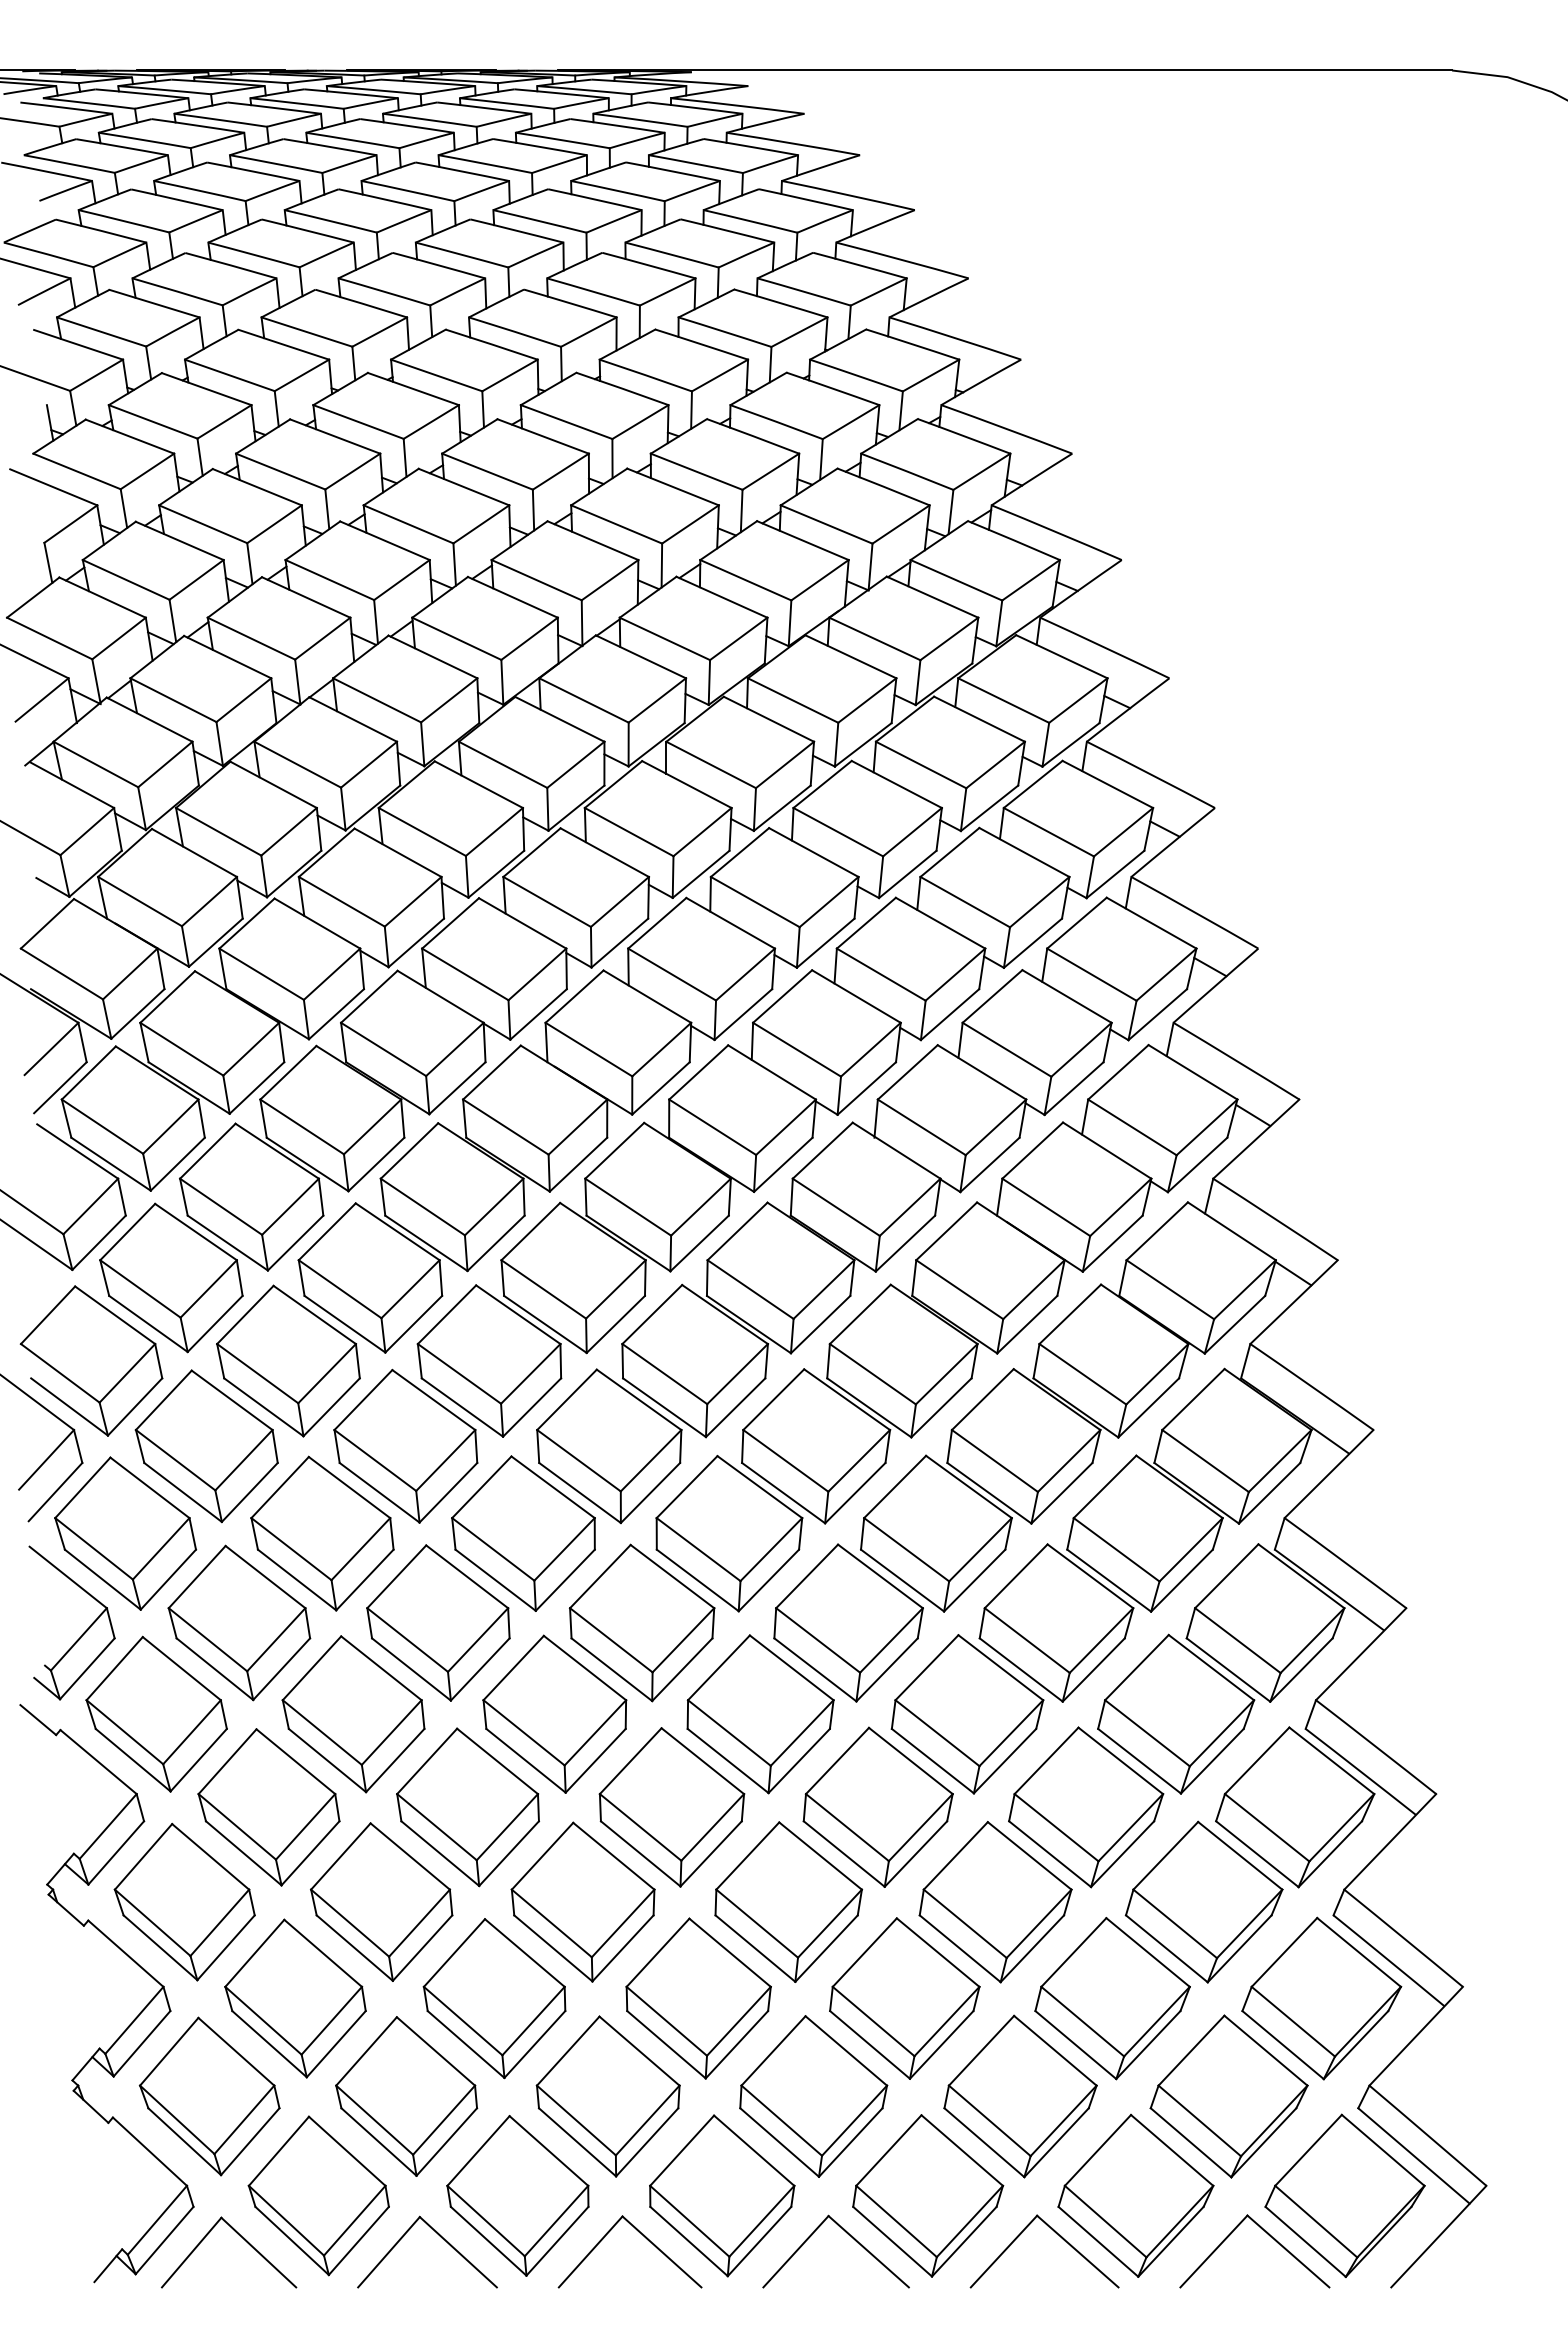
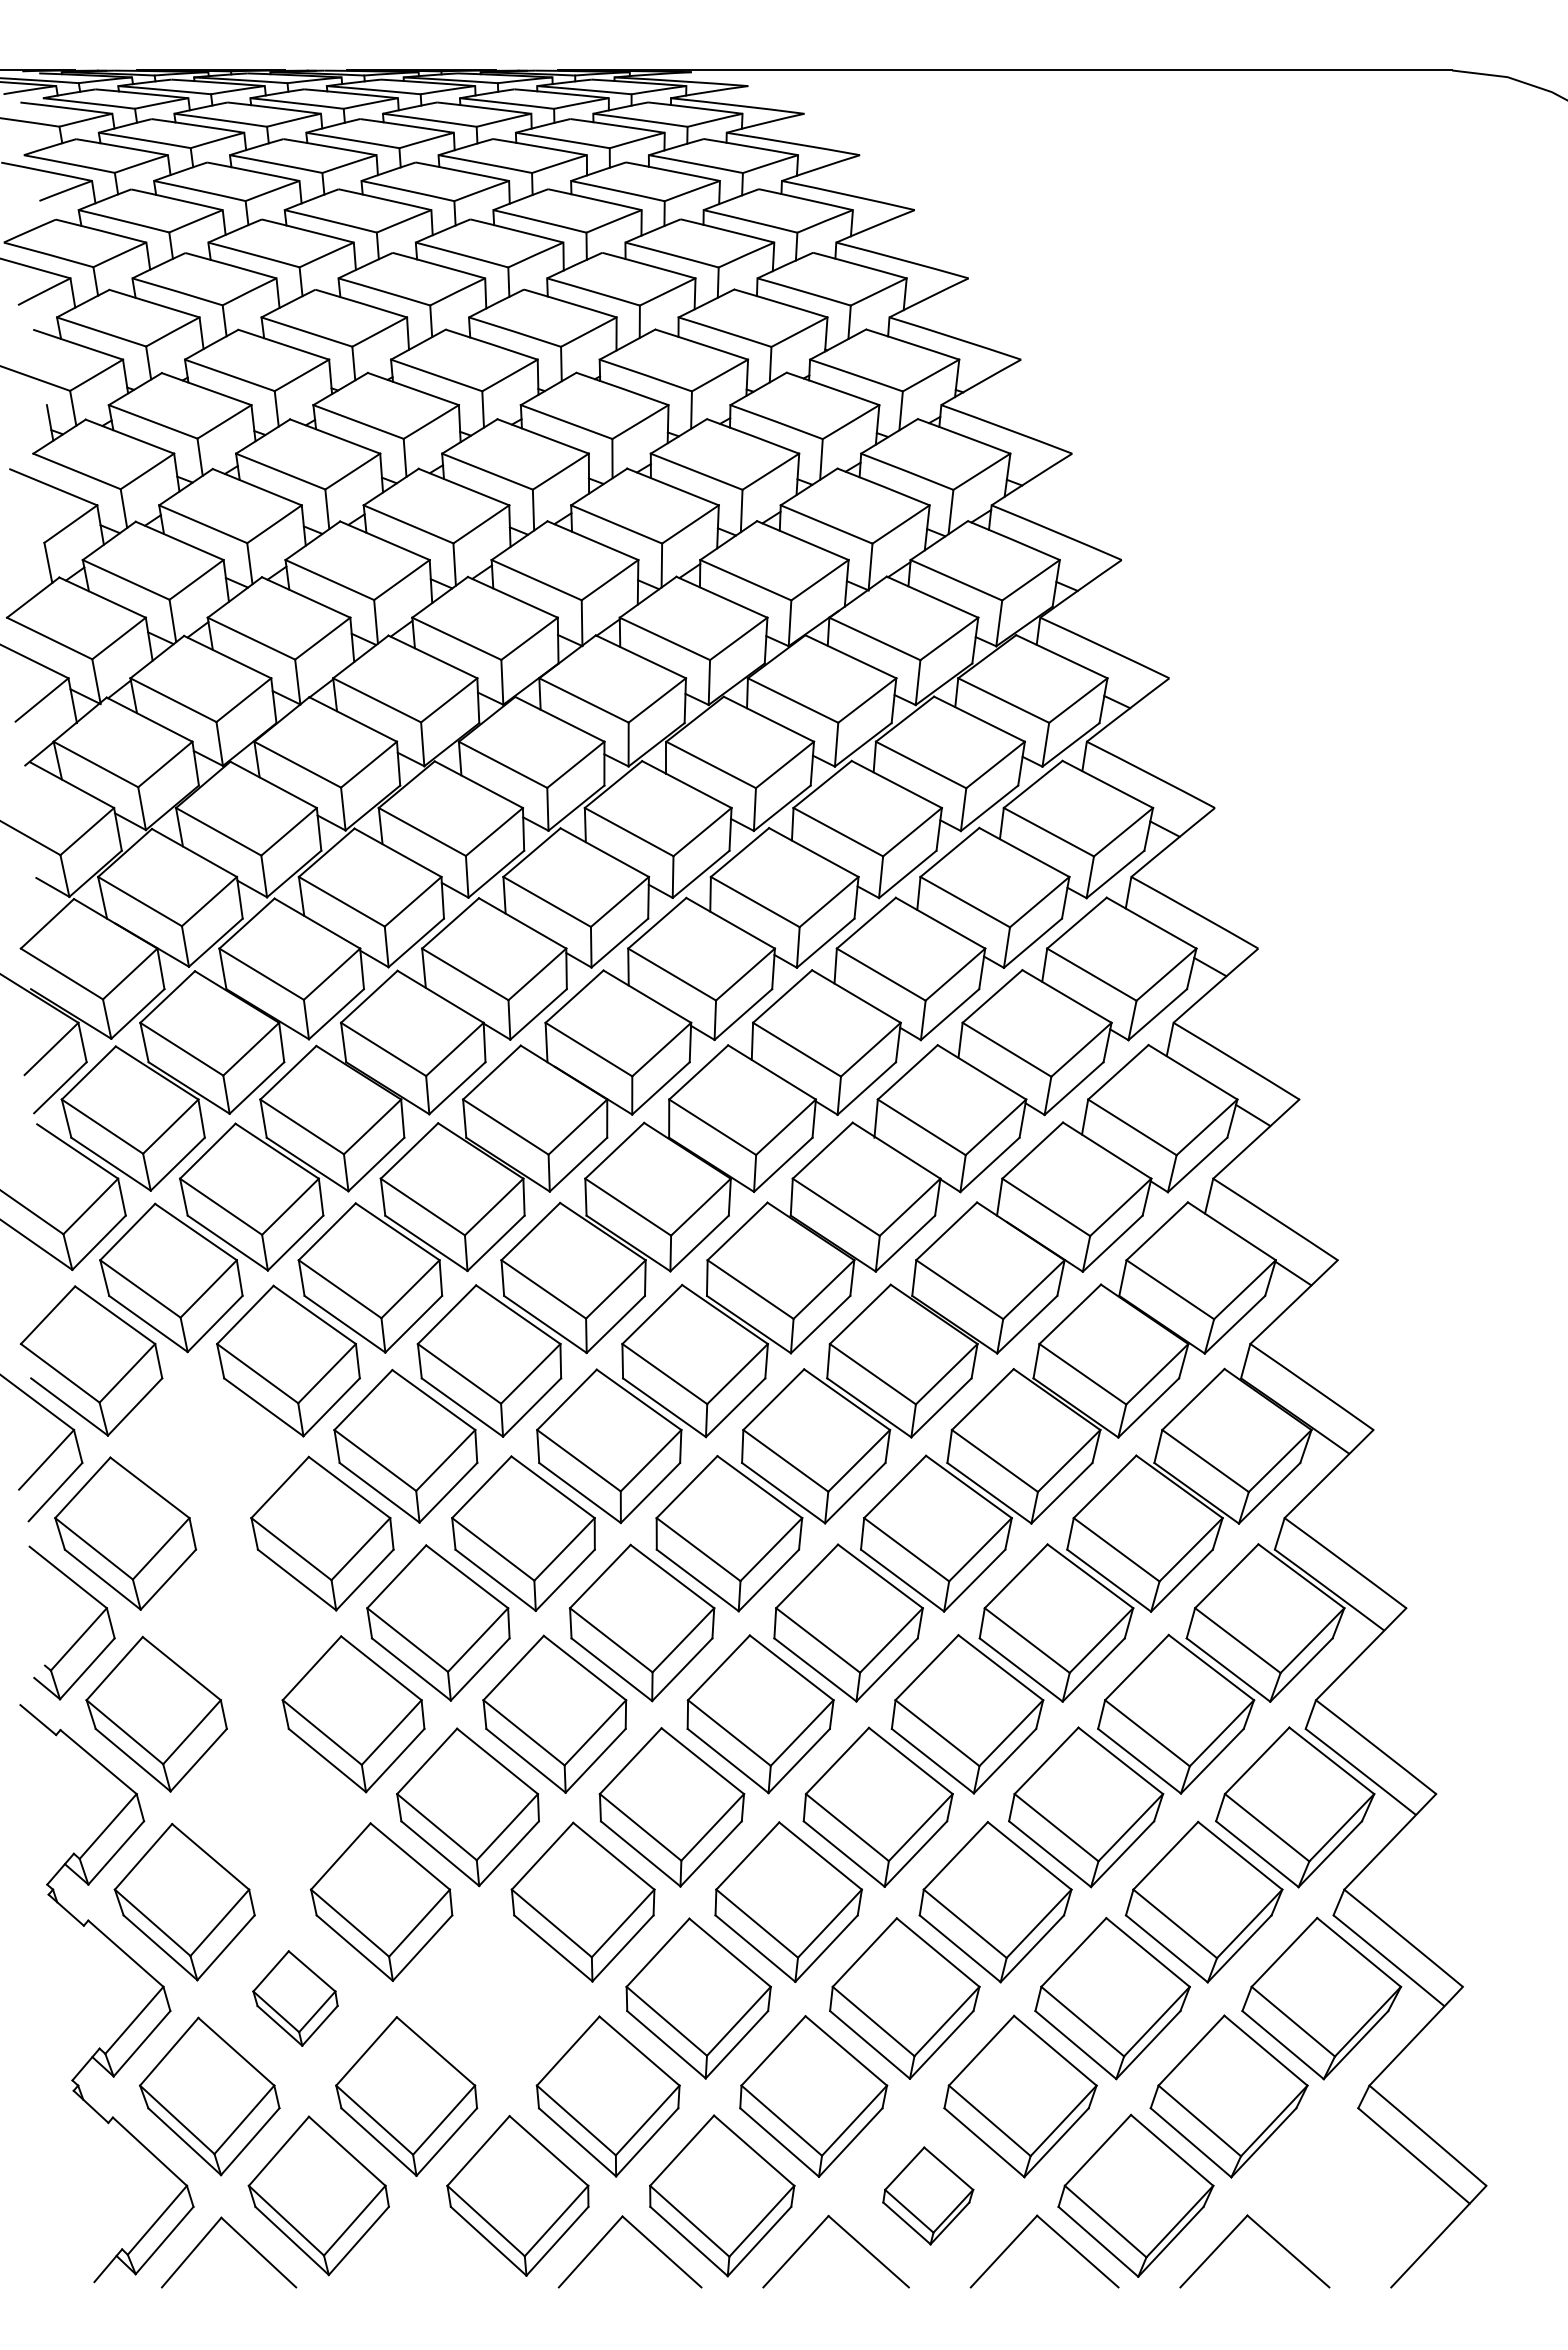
part at (206, 1446): present -> none
part at (239, 1622): present -> none
part at (268, 1807): present -> none
part at (295, 1998) size: 143x161 px -> 87x97 px
part at (494, 1998): present -> none
part at (928, 2195) size: 153x164 px -> 93x100 px
part at (1344, 2195): present -> none
part at (440, 2237): present -> none
